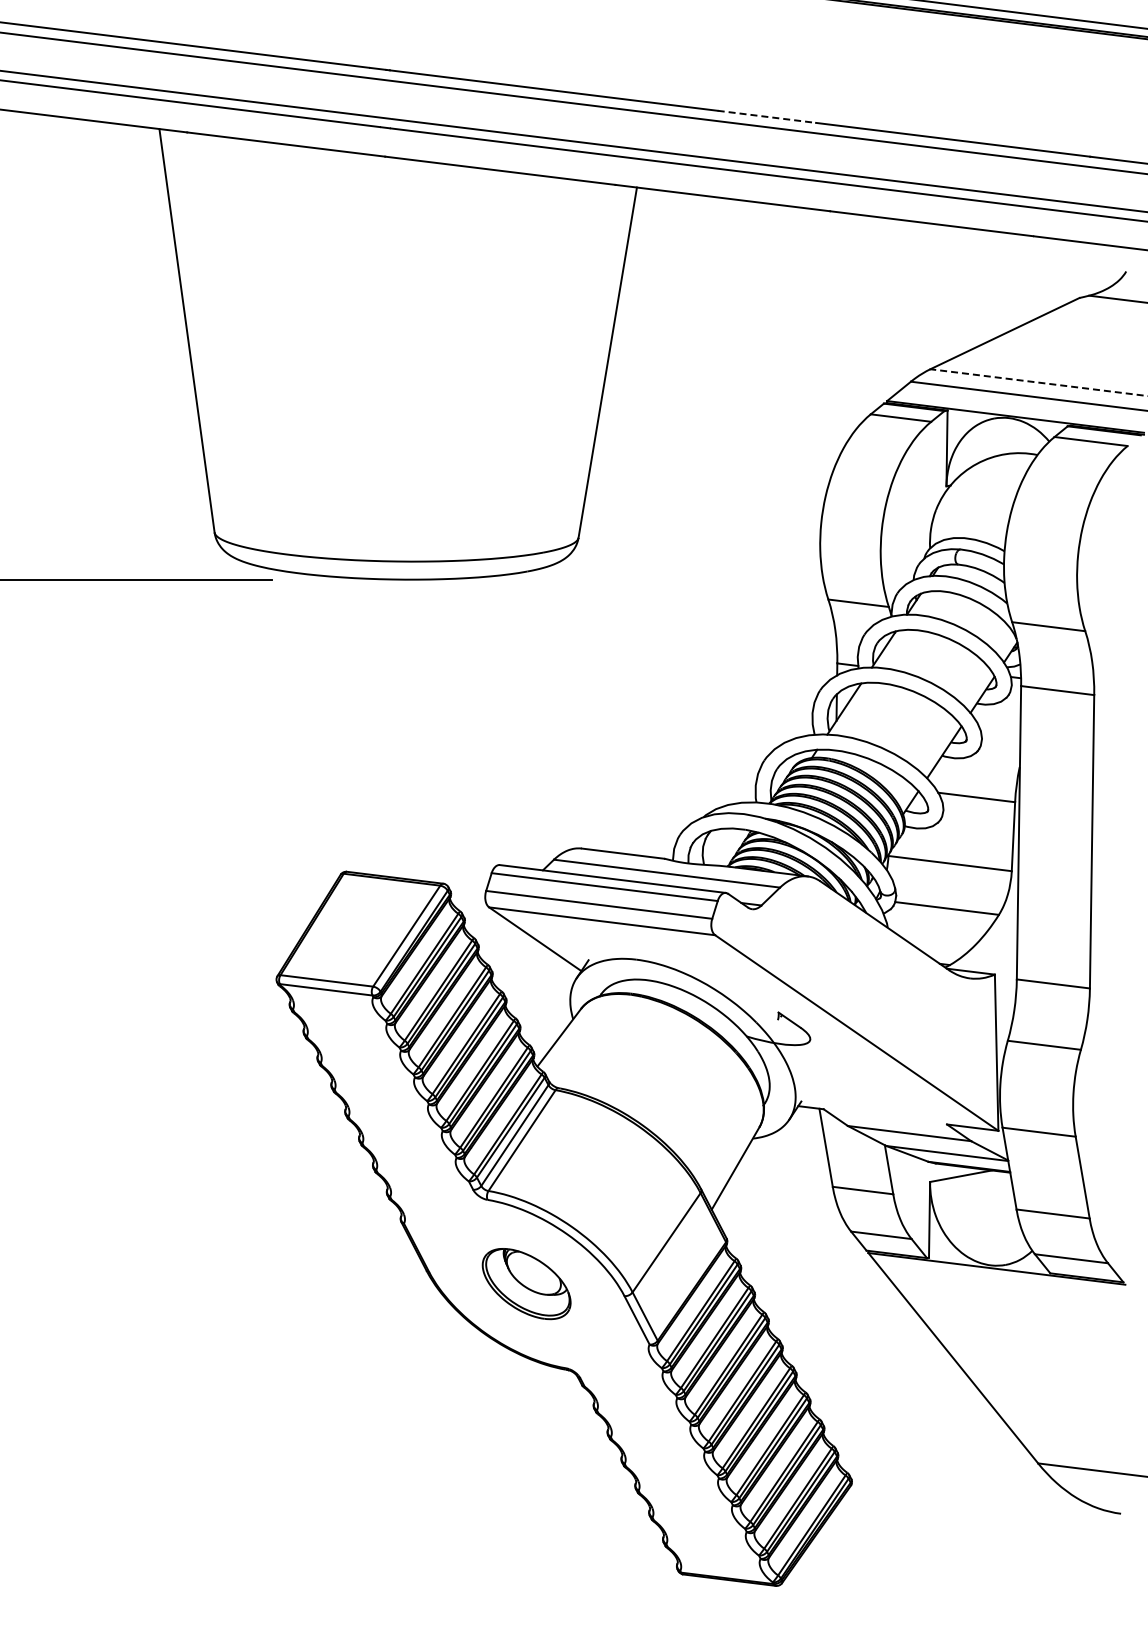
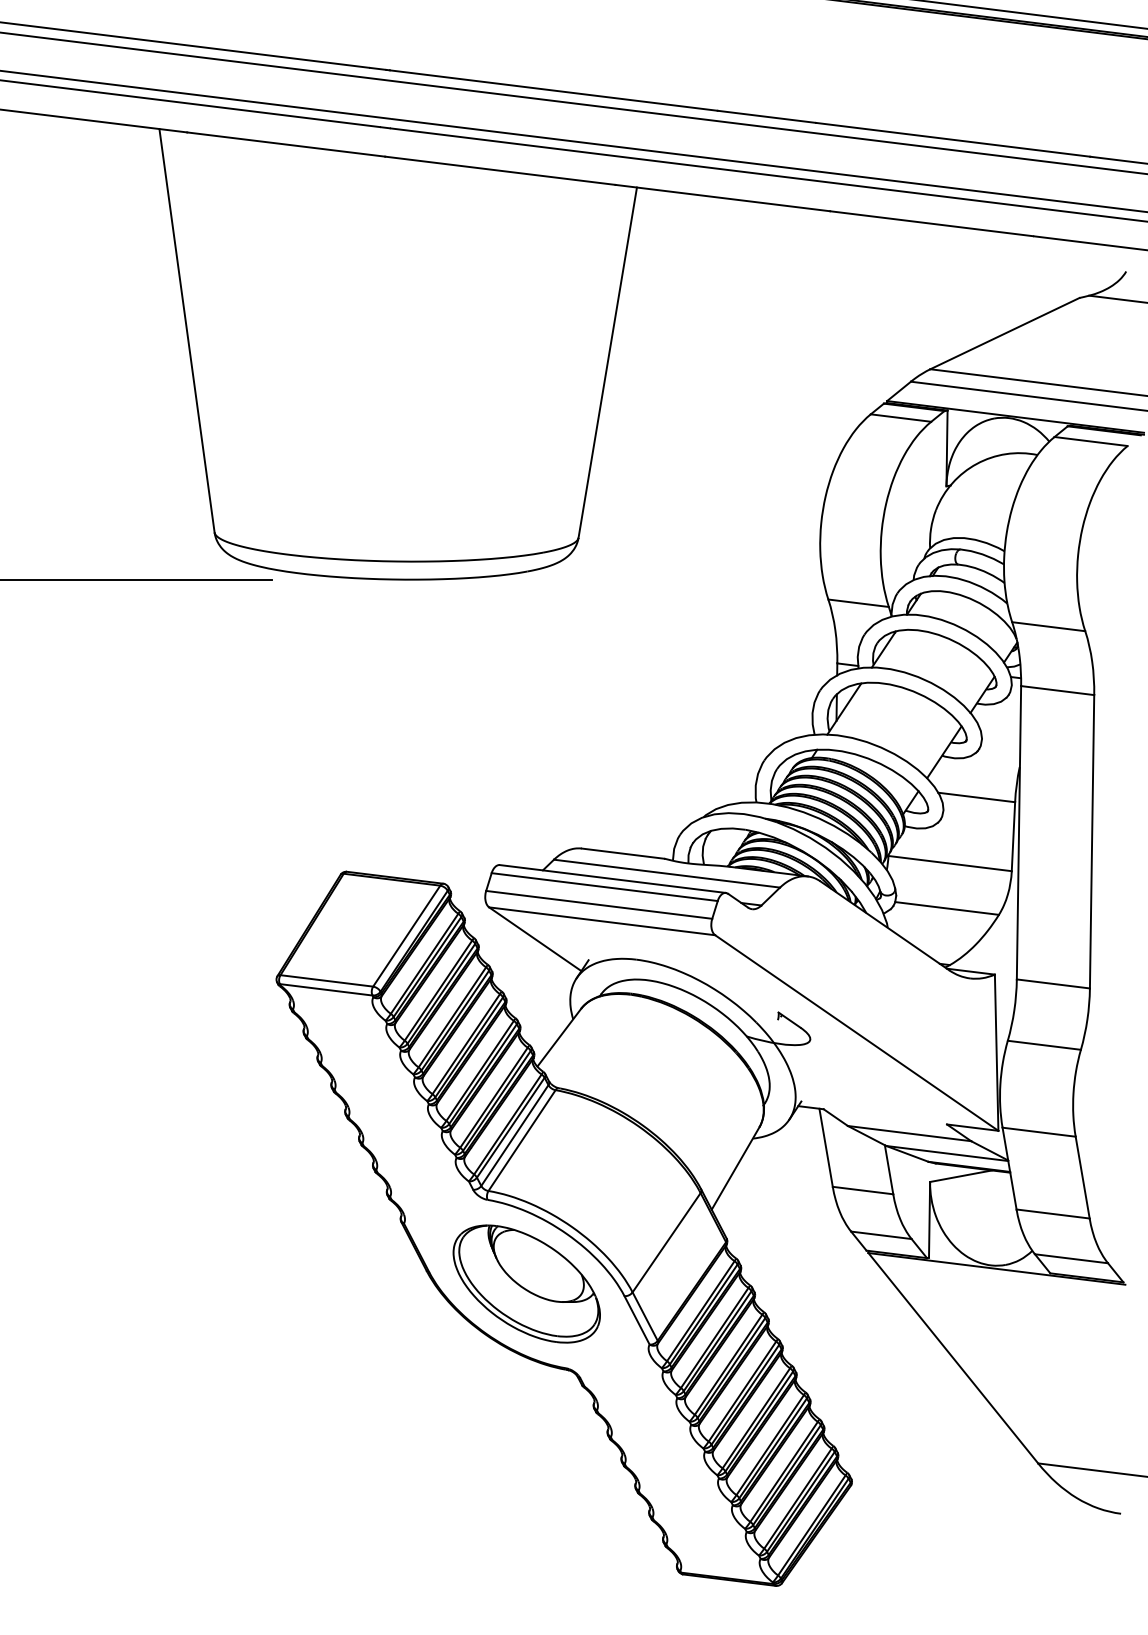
line at (766, 116): dashed -> solid
line at (1038, 382): dashed -> solid
part at (526, 1284) size: 91x73 px -> 149x120 px
